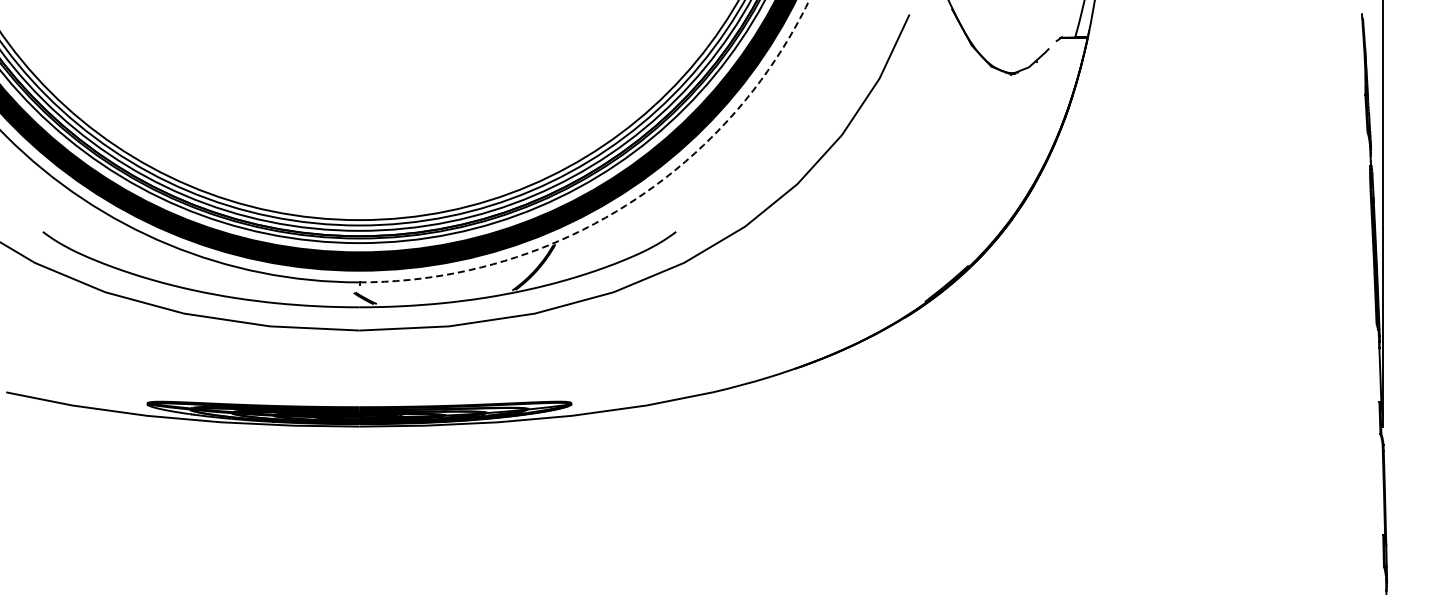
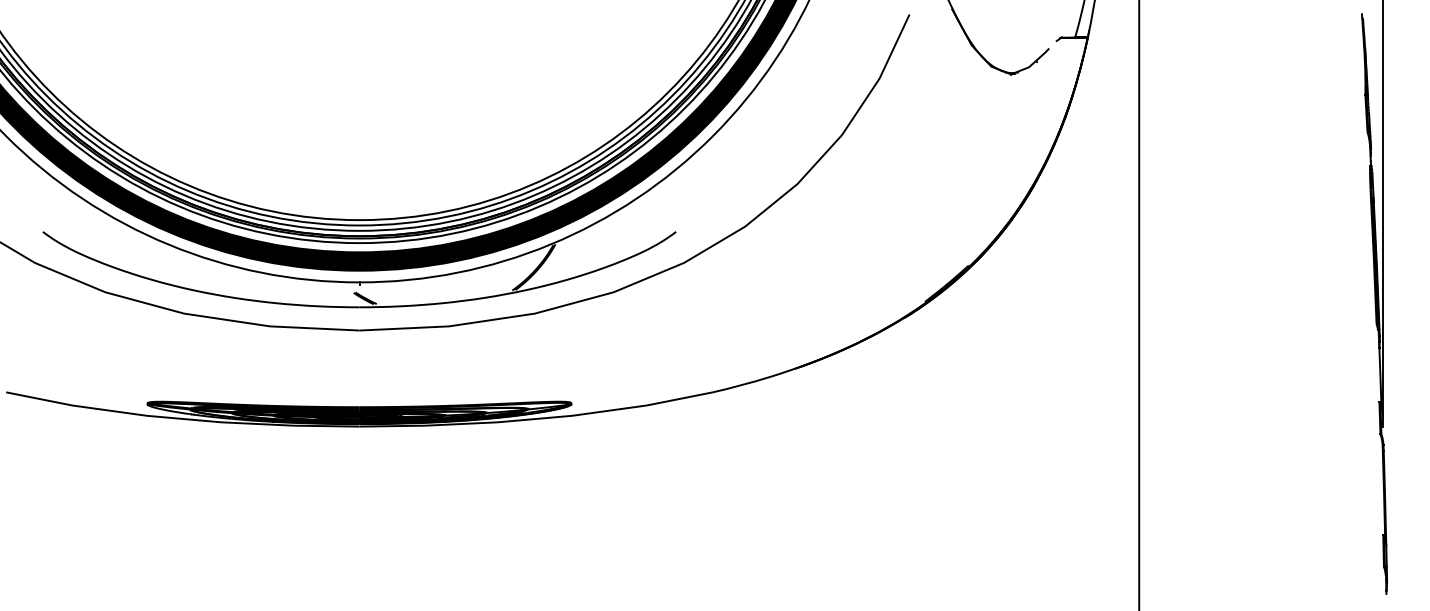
arc at (625, 205): dashed -> solid
line at (1139, 304): none -> present
